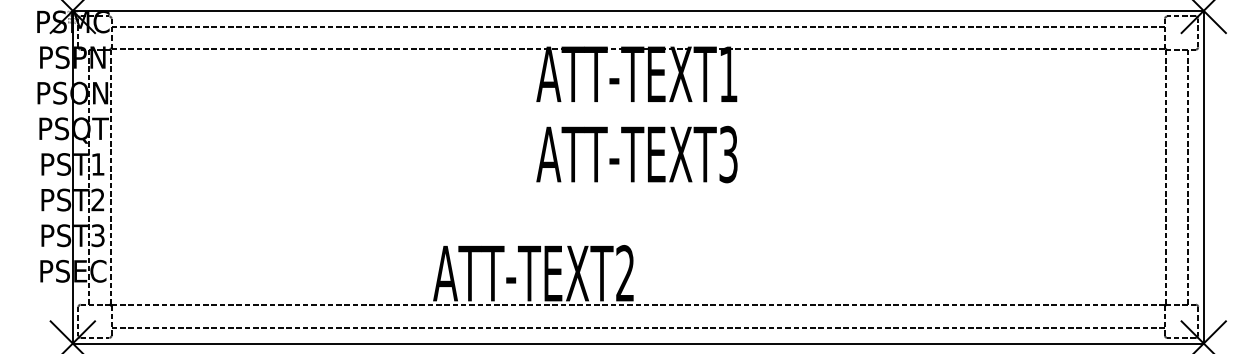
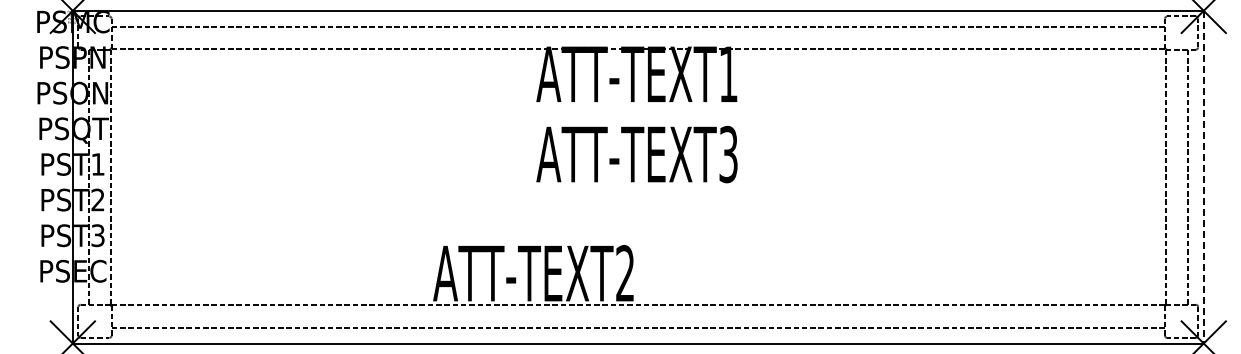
line at (1203, 177): solid -> dashed
